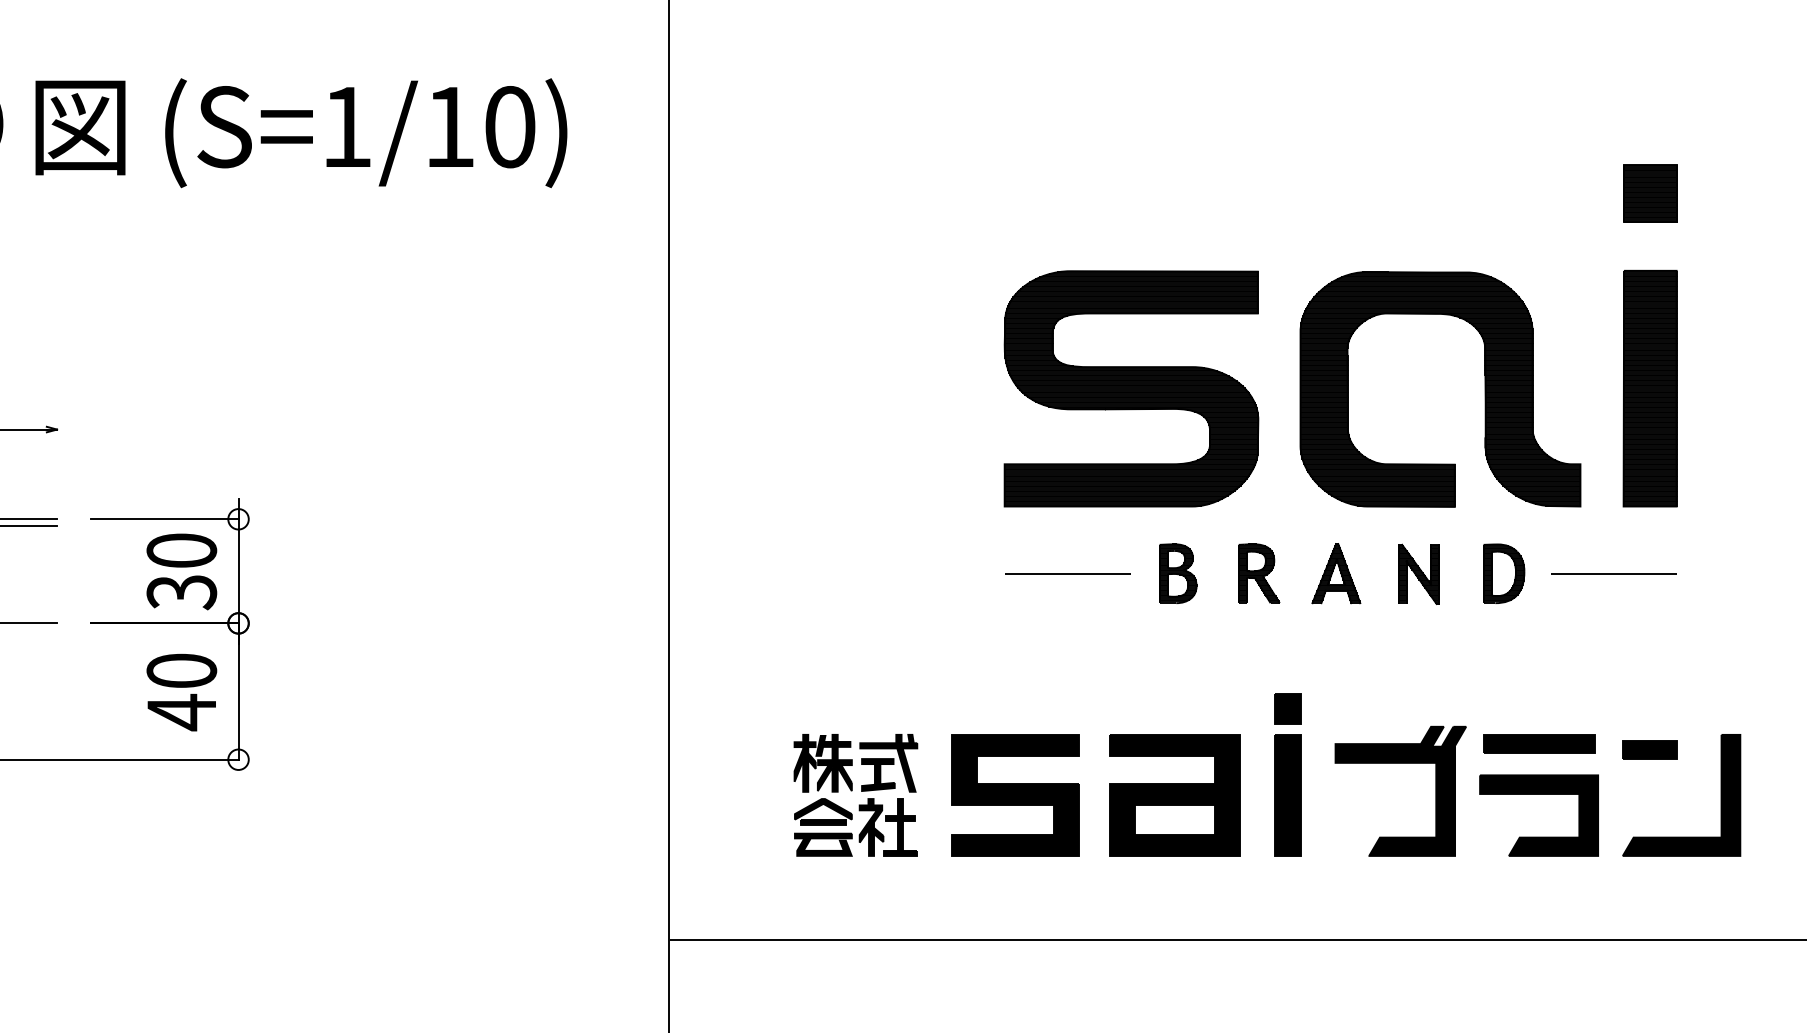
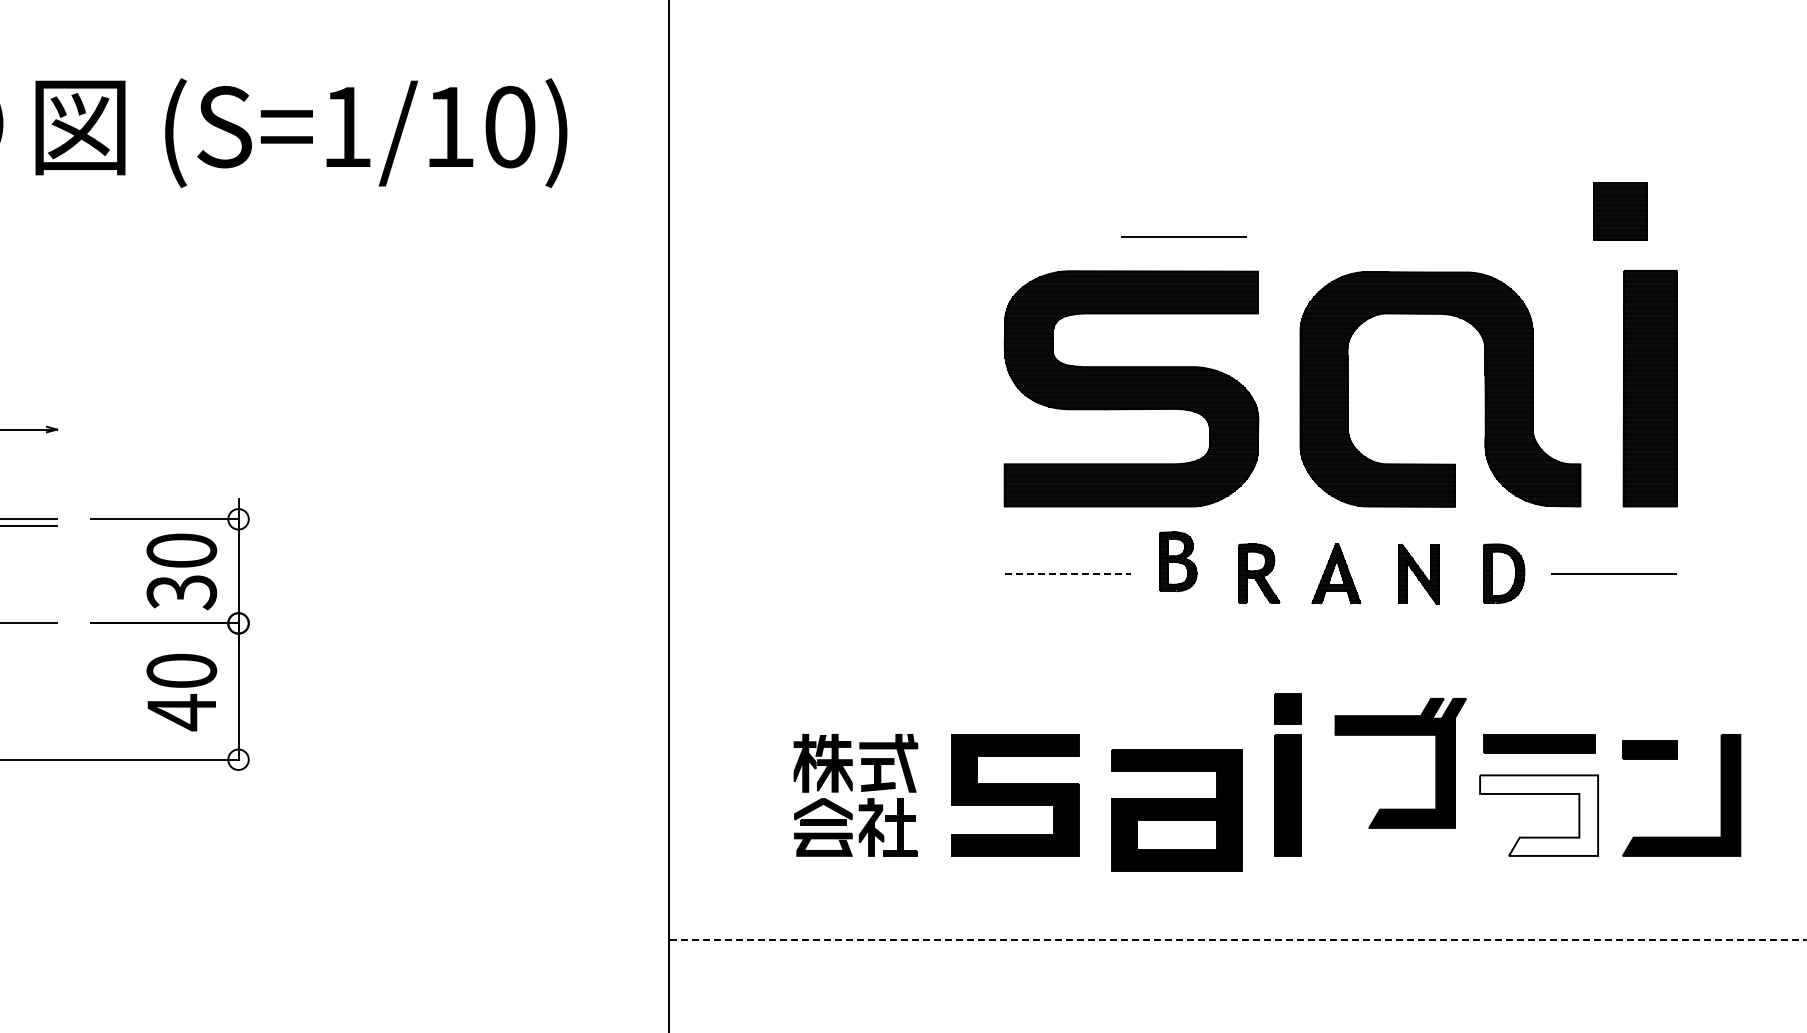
part at (1650, 193) position: (1650, 193) -> (1620, 211)
line at (1183, 236): none -> present
line at (1067, 573): solid -> dashed
part at (1178, 573) position: (1178, 573) -> (1178, 561)
part at (1400, 763) position: (1400, 763) -> (1400, 735)
part at (1174, 795) position: (1174, 795) -> (1176, 810)
fill at (1539, 815): present -> none
line at (1238, 939): solid -> dashed
